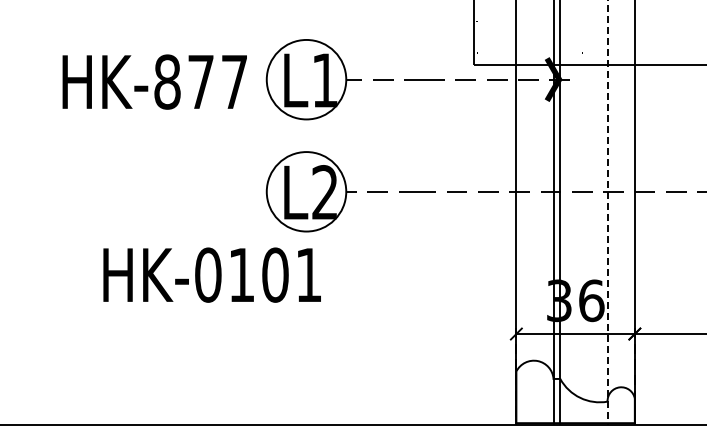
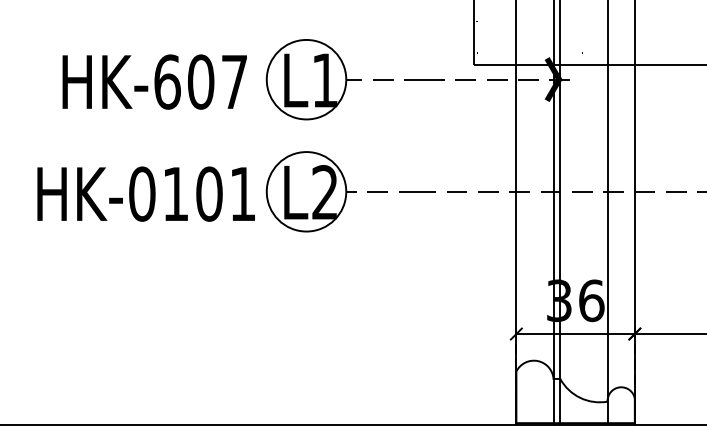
text at (184, 81): HK-877 -> HK-607
line at (607, 213): dashed -> solid
text at (211, 274) position: (211, 274) -> (145, 193)
